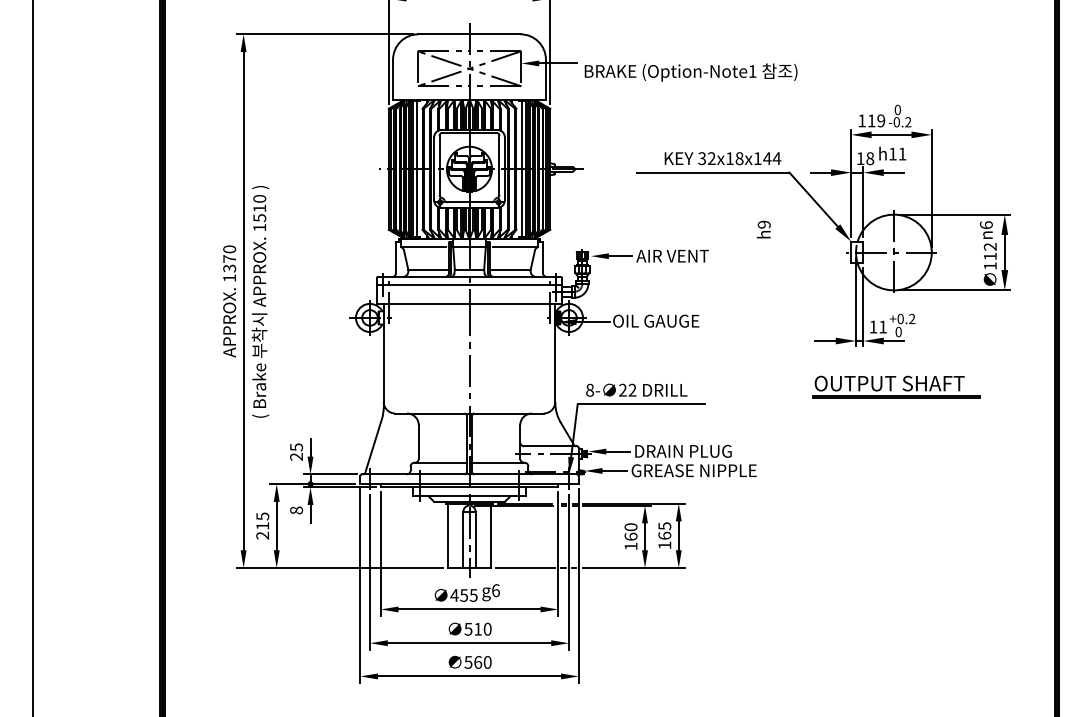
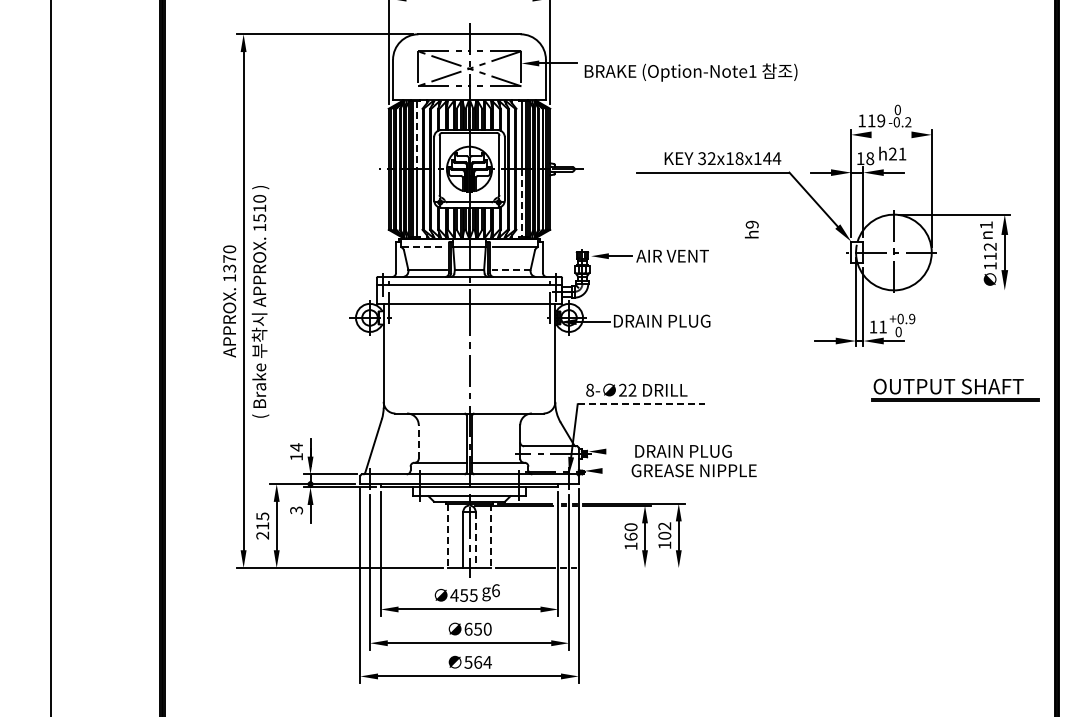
line at (891, 134): present -> none
line at (417, 135): solid -> dashed
text at (892, 153): h11 -> h21
line at (521, 203): solid -> dashed
text at (985, 224): n6 -> n1
text at (763, 229) position: (763, 229) -> (751, 229)
line at (424, 247): solid -> dashed
line at (511, 270): solid -> dashed
line at (953, 290): present -> none
text at (912, 319): +0.2 -> +0.9
text at (661, 320): OIL GAUGE -> DRAIN PLUG
line at (32, 357) position: (32, 357) -> (50, 357)
part at (896, 386) position: (896, 386) -> (955, 389)
line at (641, 404): solid -> dashed
line at (418, 442): solid -> dashed
text at (296, 451): 25 -> 14
line at (618, 451): present -> none
line at (614, 470): present -> none
text at (296, 510): 8 -> 3
text at (664, 530): 165 -> 102
line at (447, 536): solid -> dashed
line at (491, 536): solid -> dashed
line at (475, 540): solid -> dashed
line at (634, 568): present -> none
text at (472, 628): 510 -> 650
text at (487, 662): 560 -> 564
